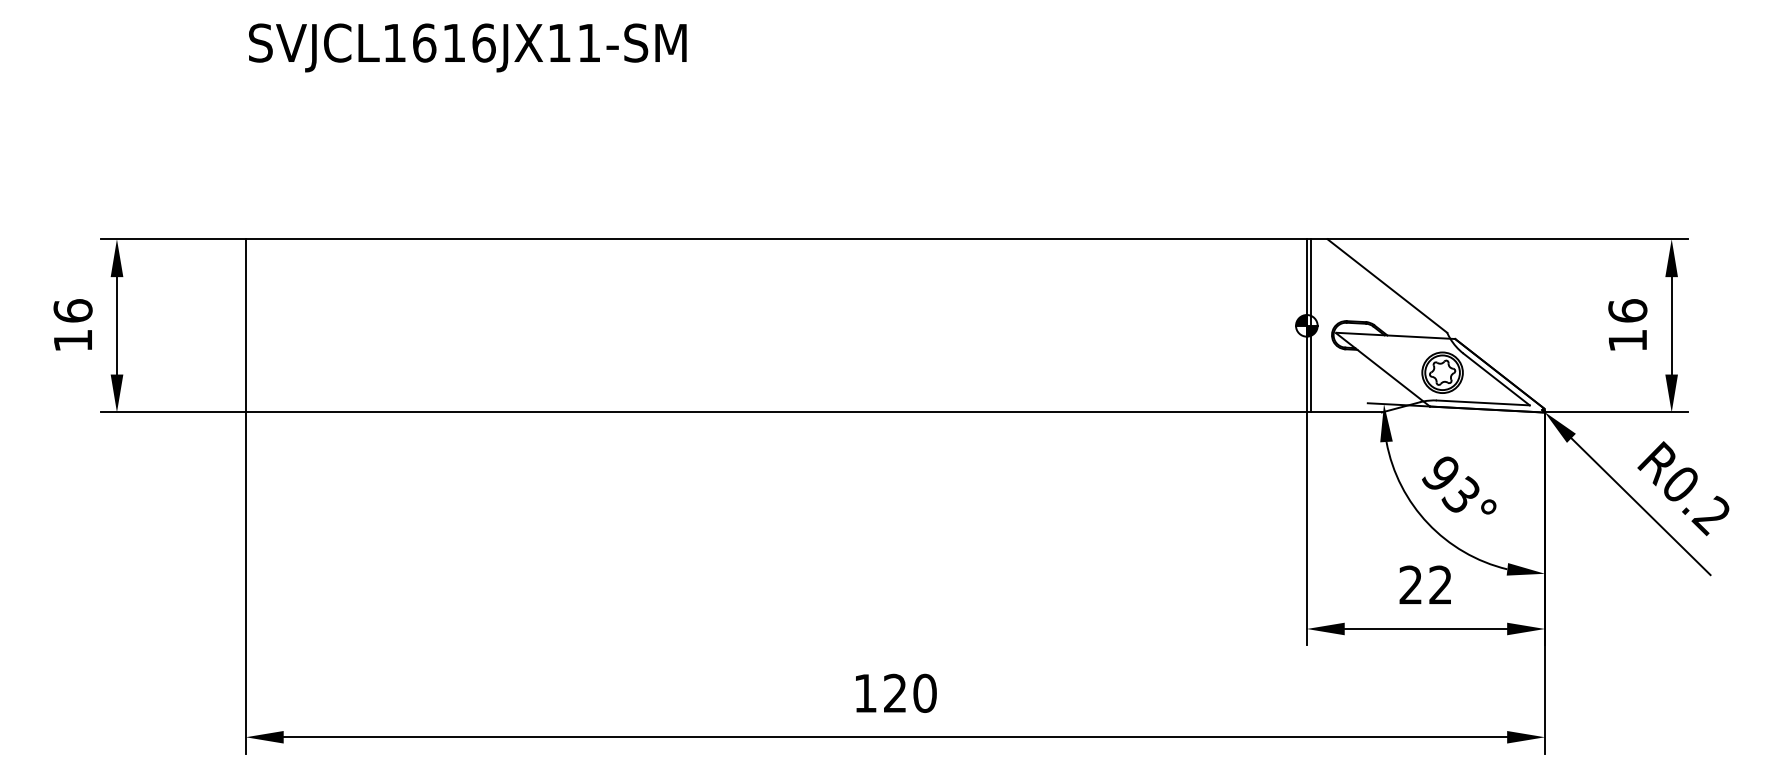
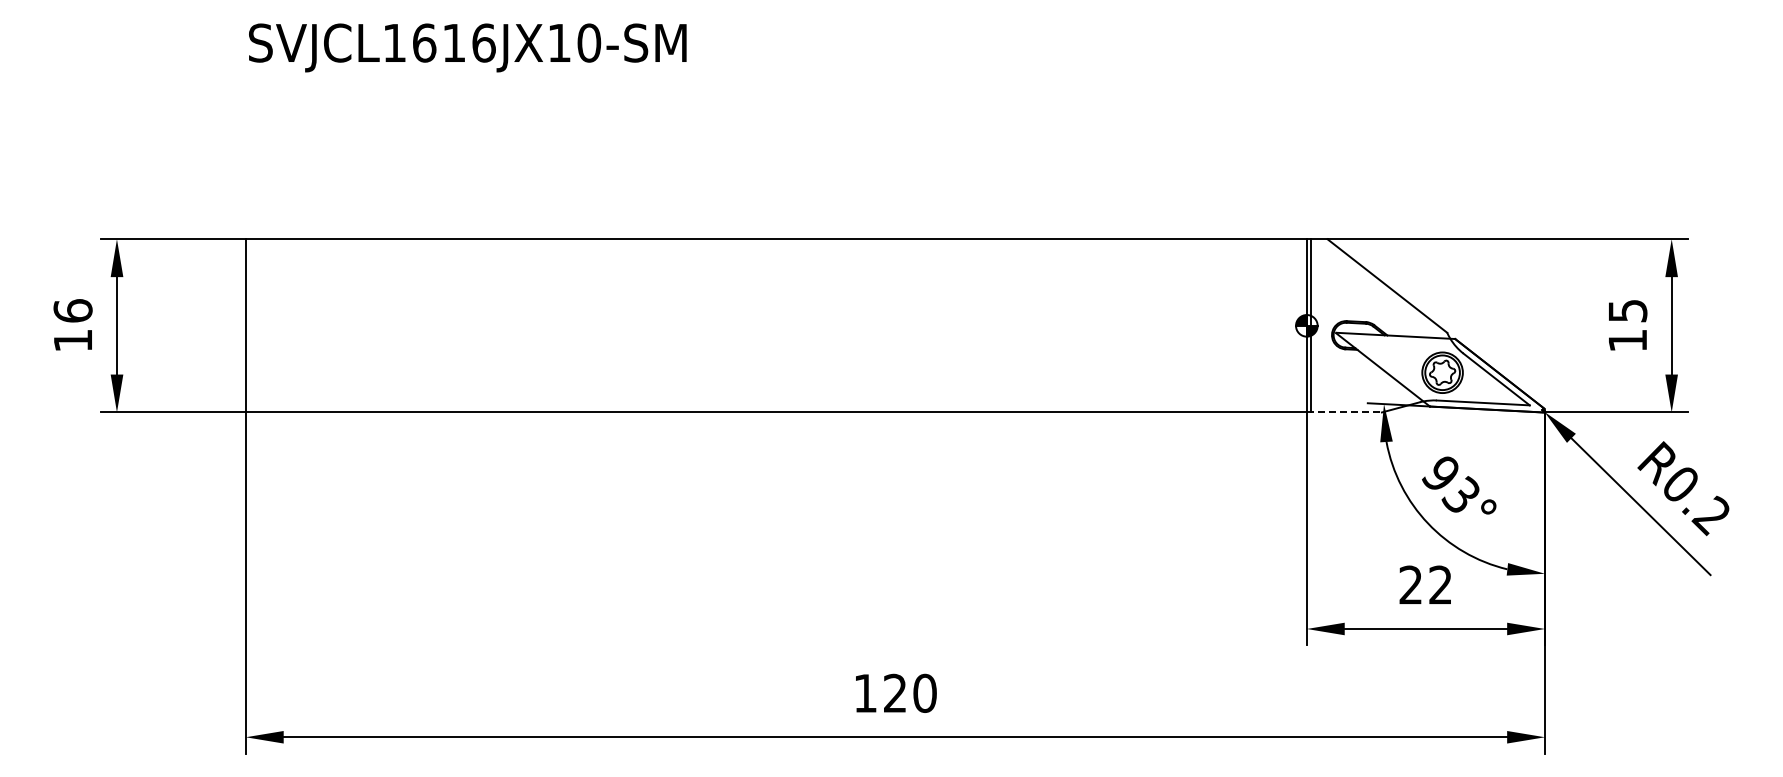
text at (589, 42): SVJCL1616JX11-SM -> SVJCL1616JX10-SM
text at (1627, 310): 16 -> 15
line at (1344, 412): solid -> dashed
